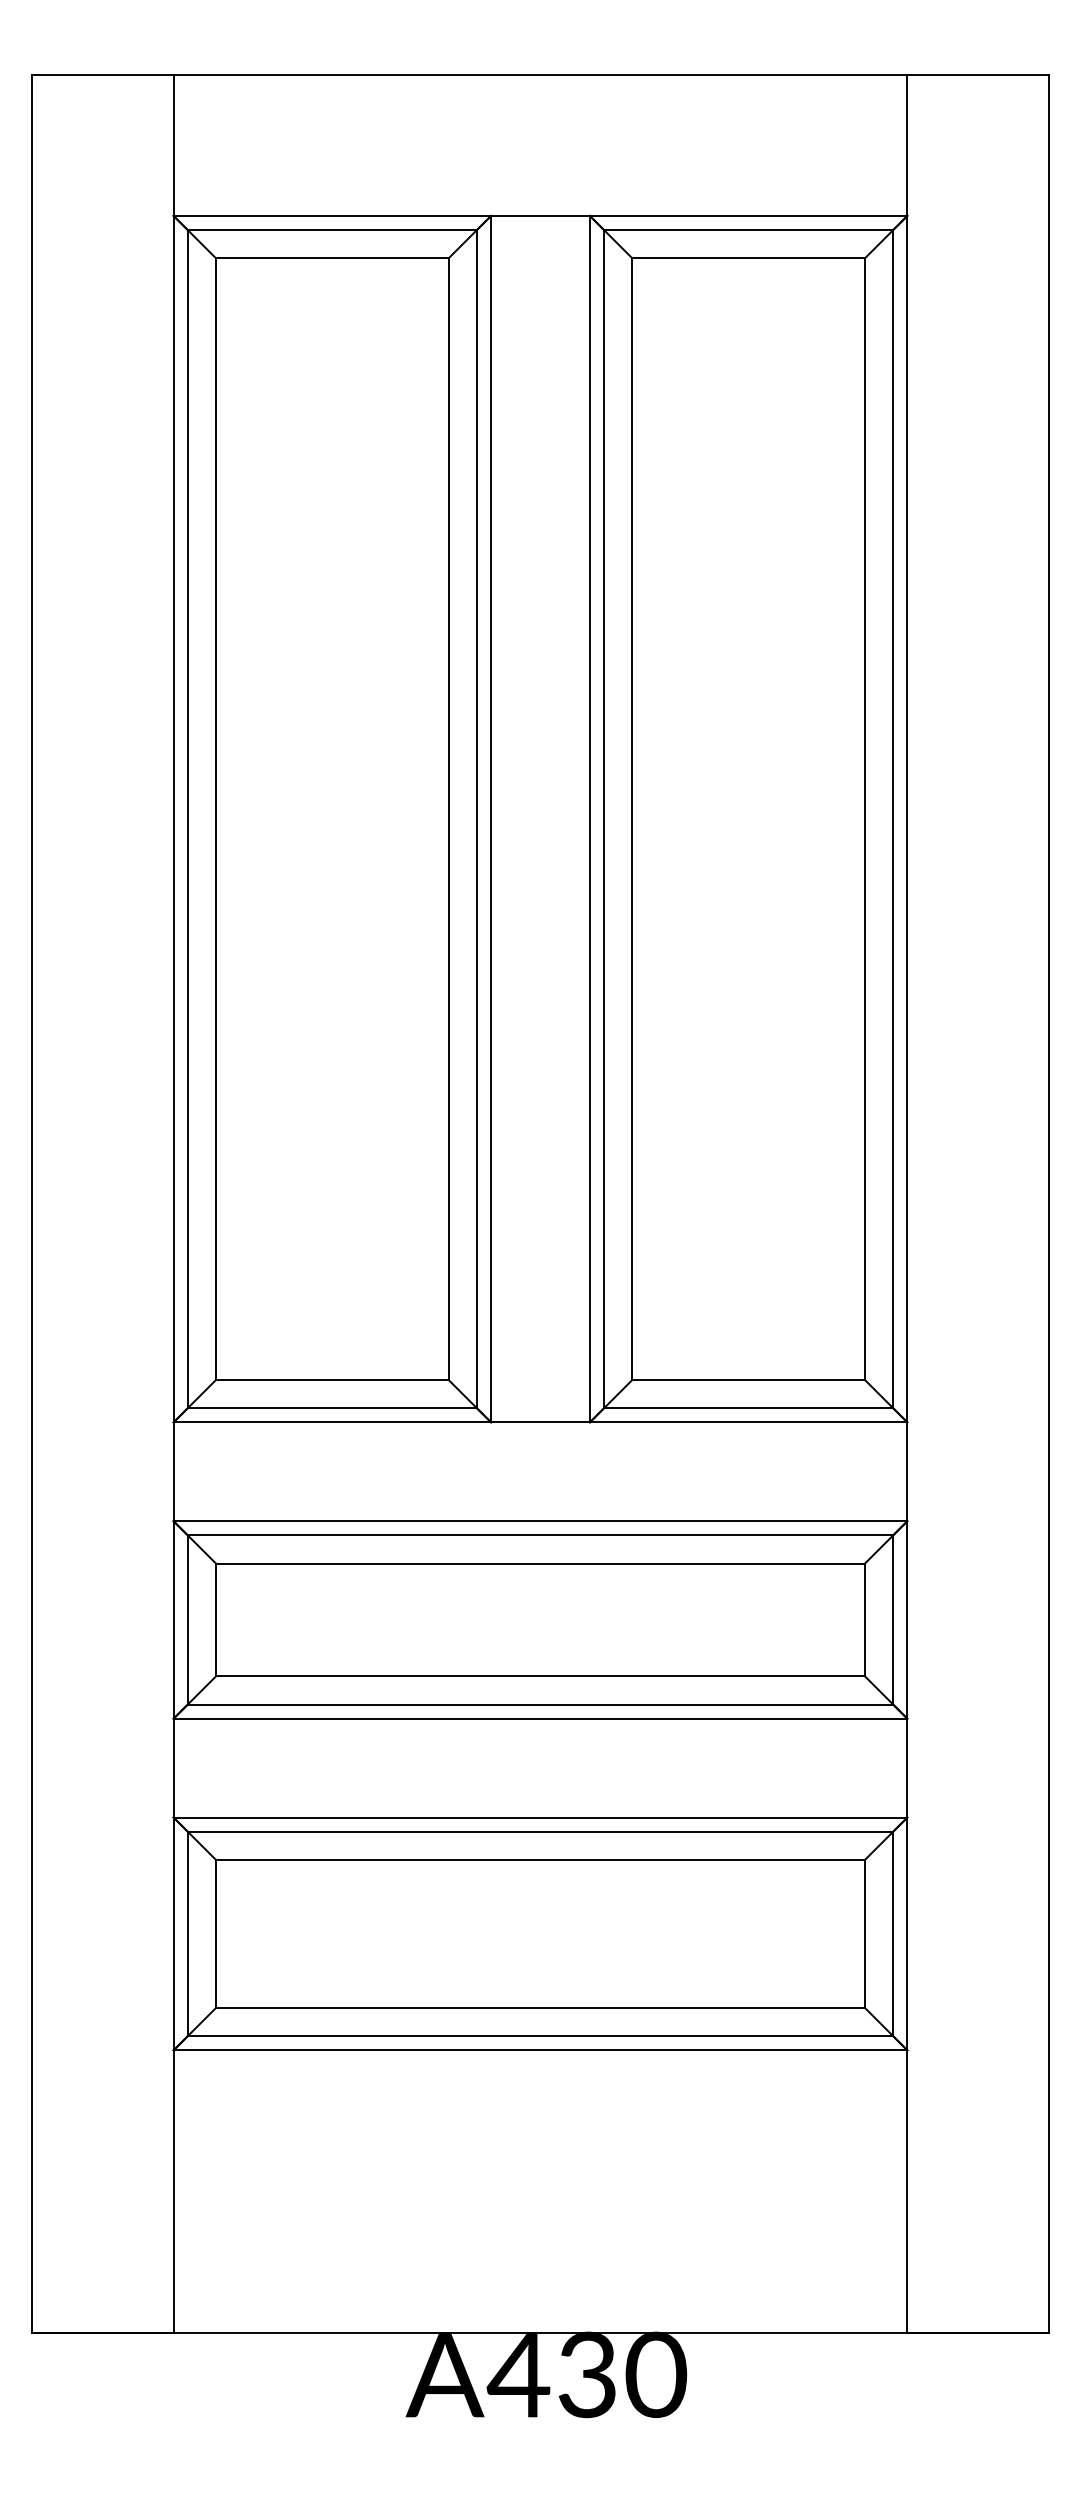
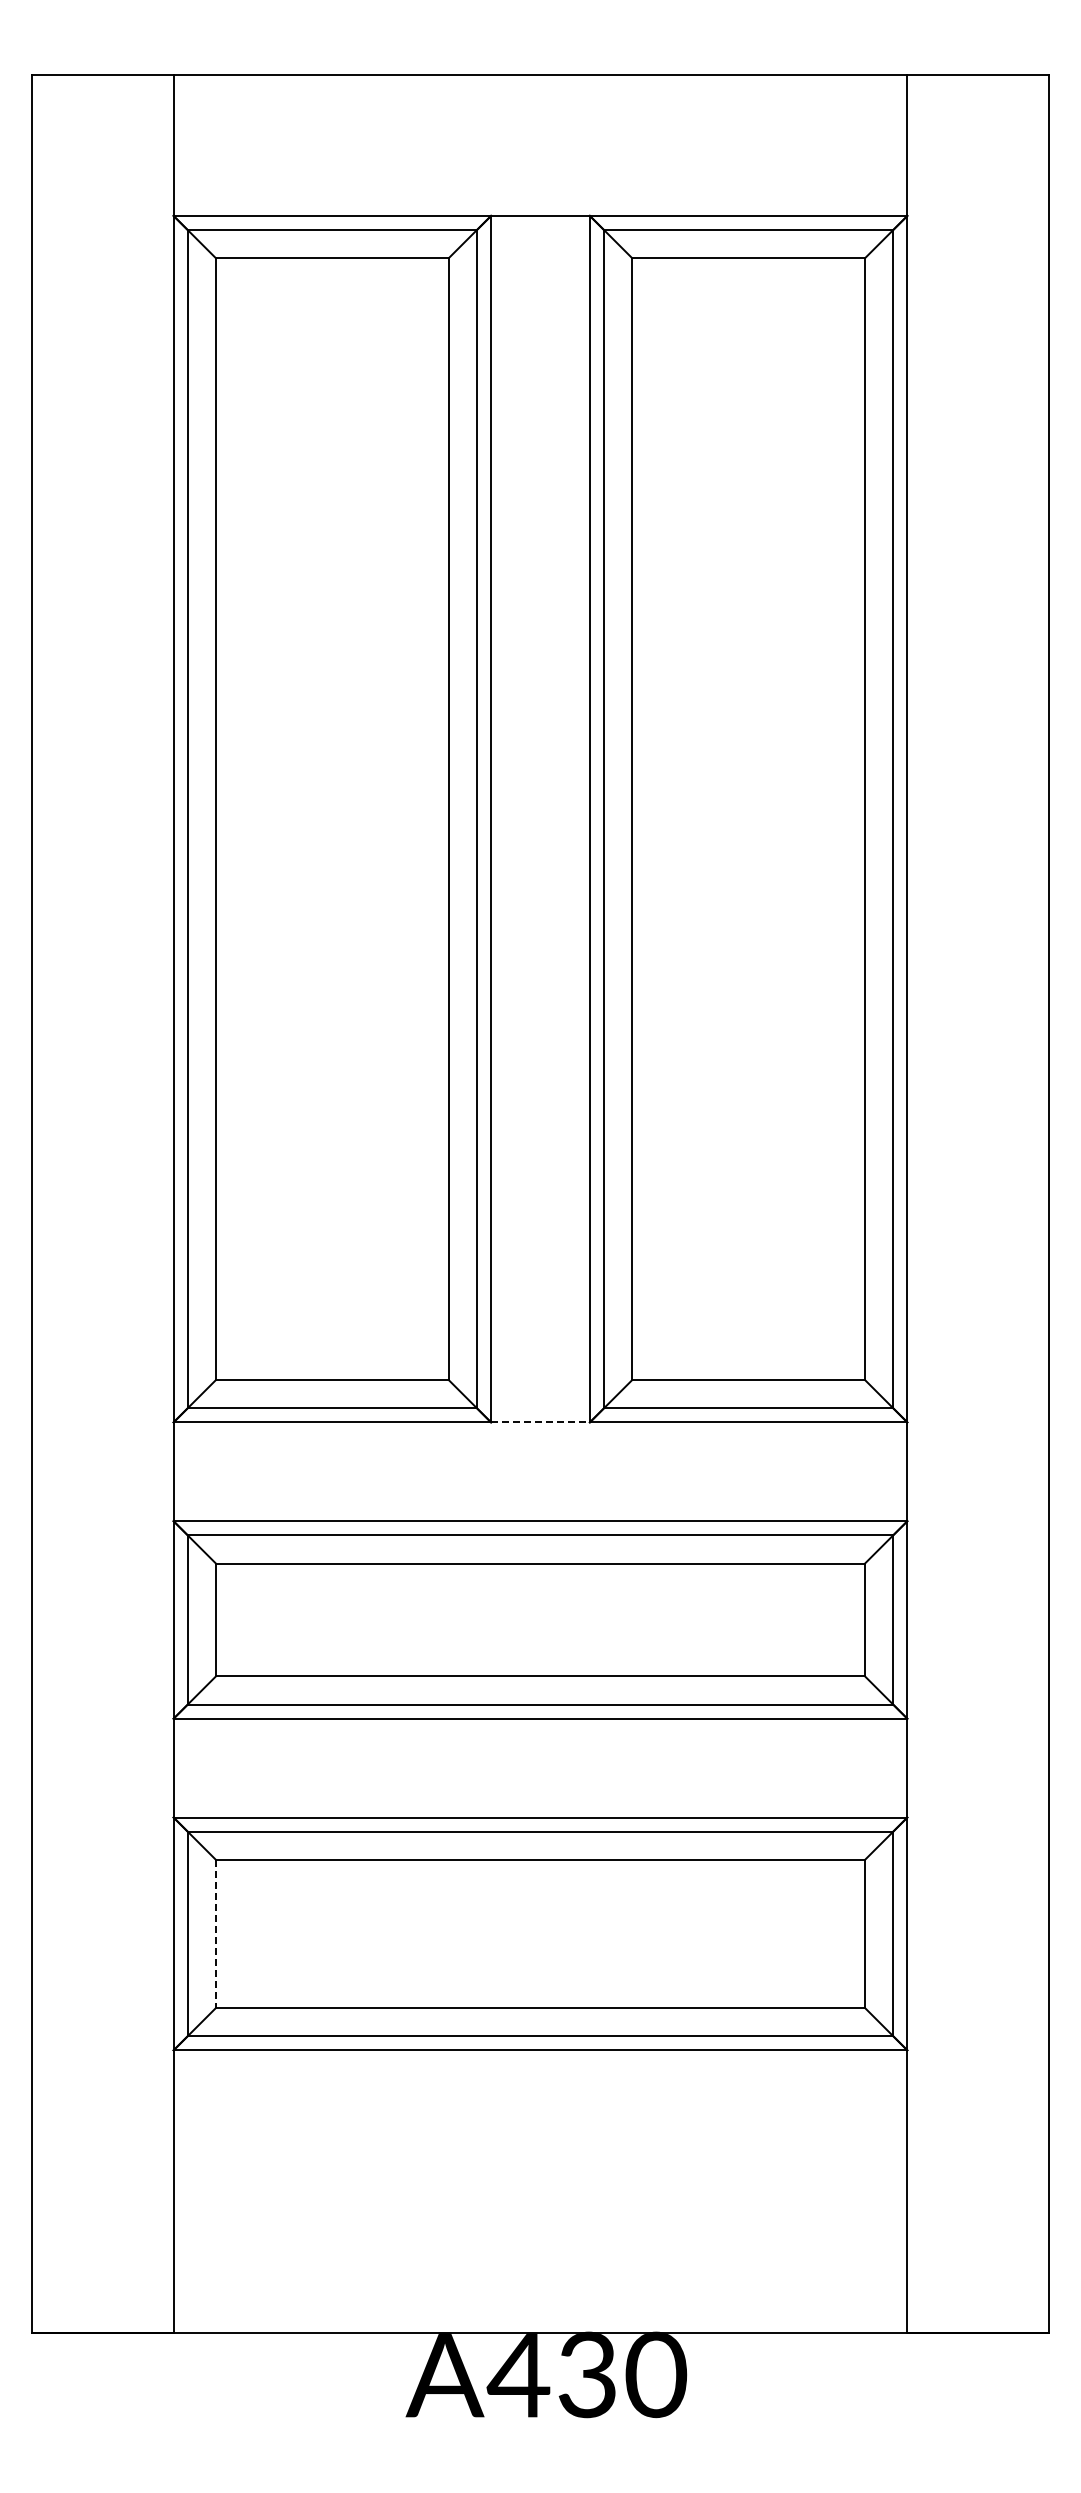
line at (540, 1422): solid -> dashed
line at (215, 1934): solid -> dashed
